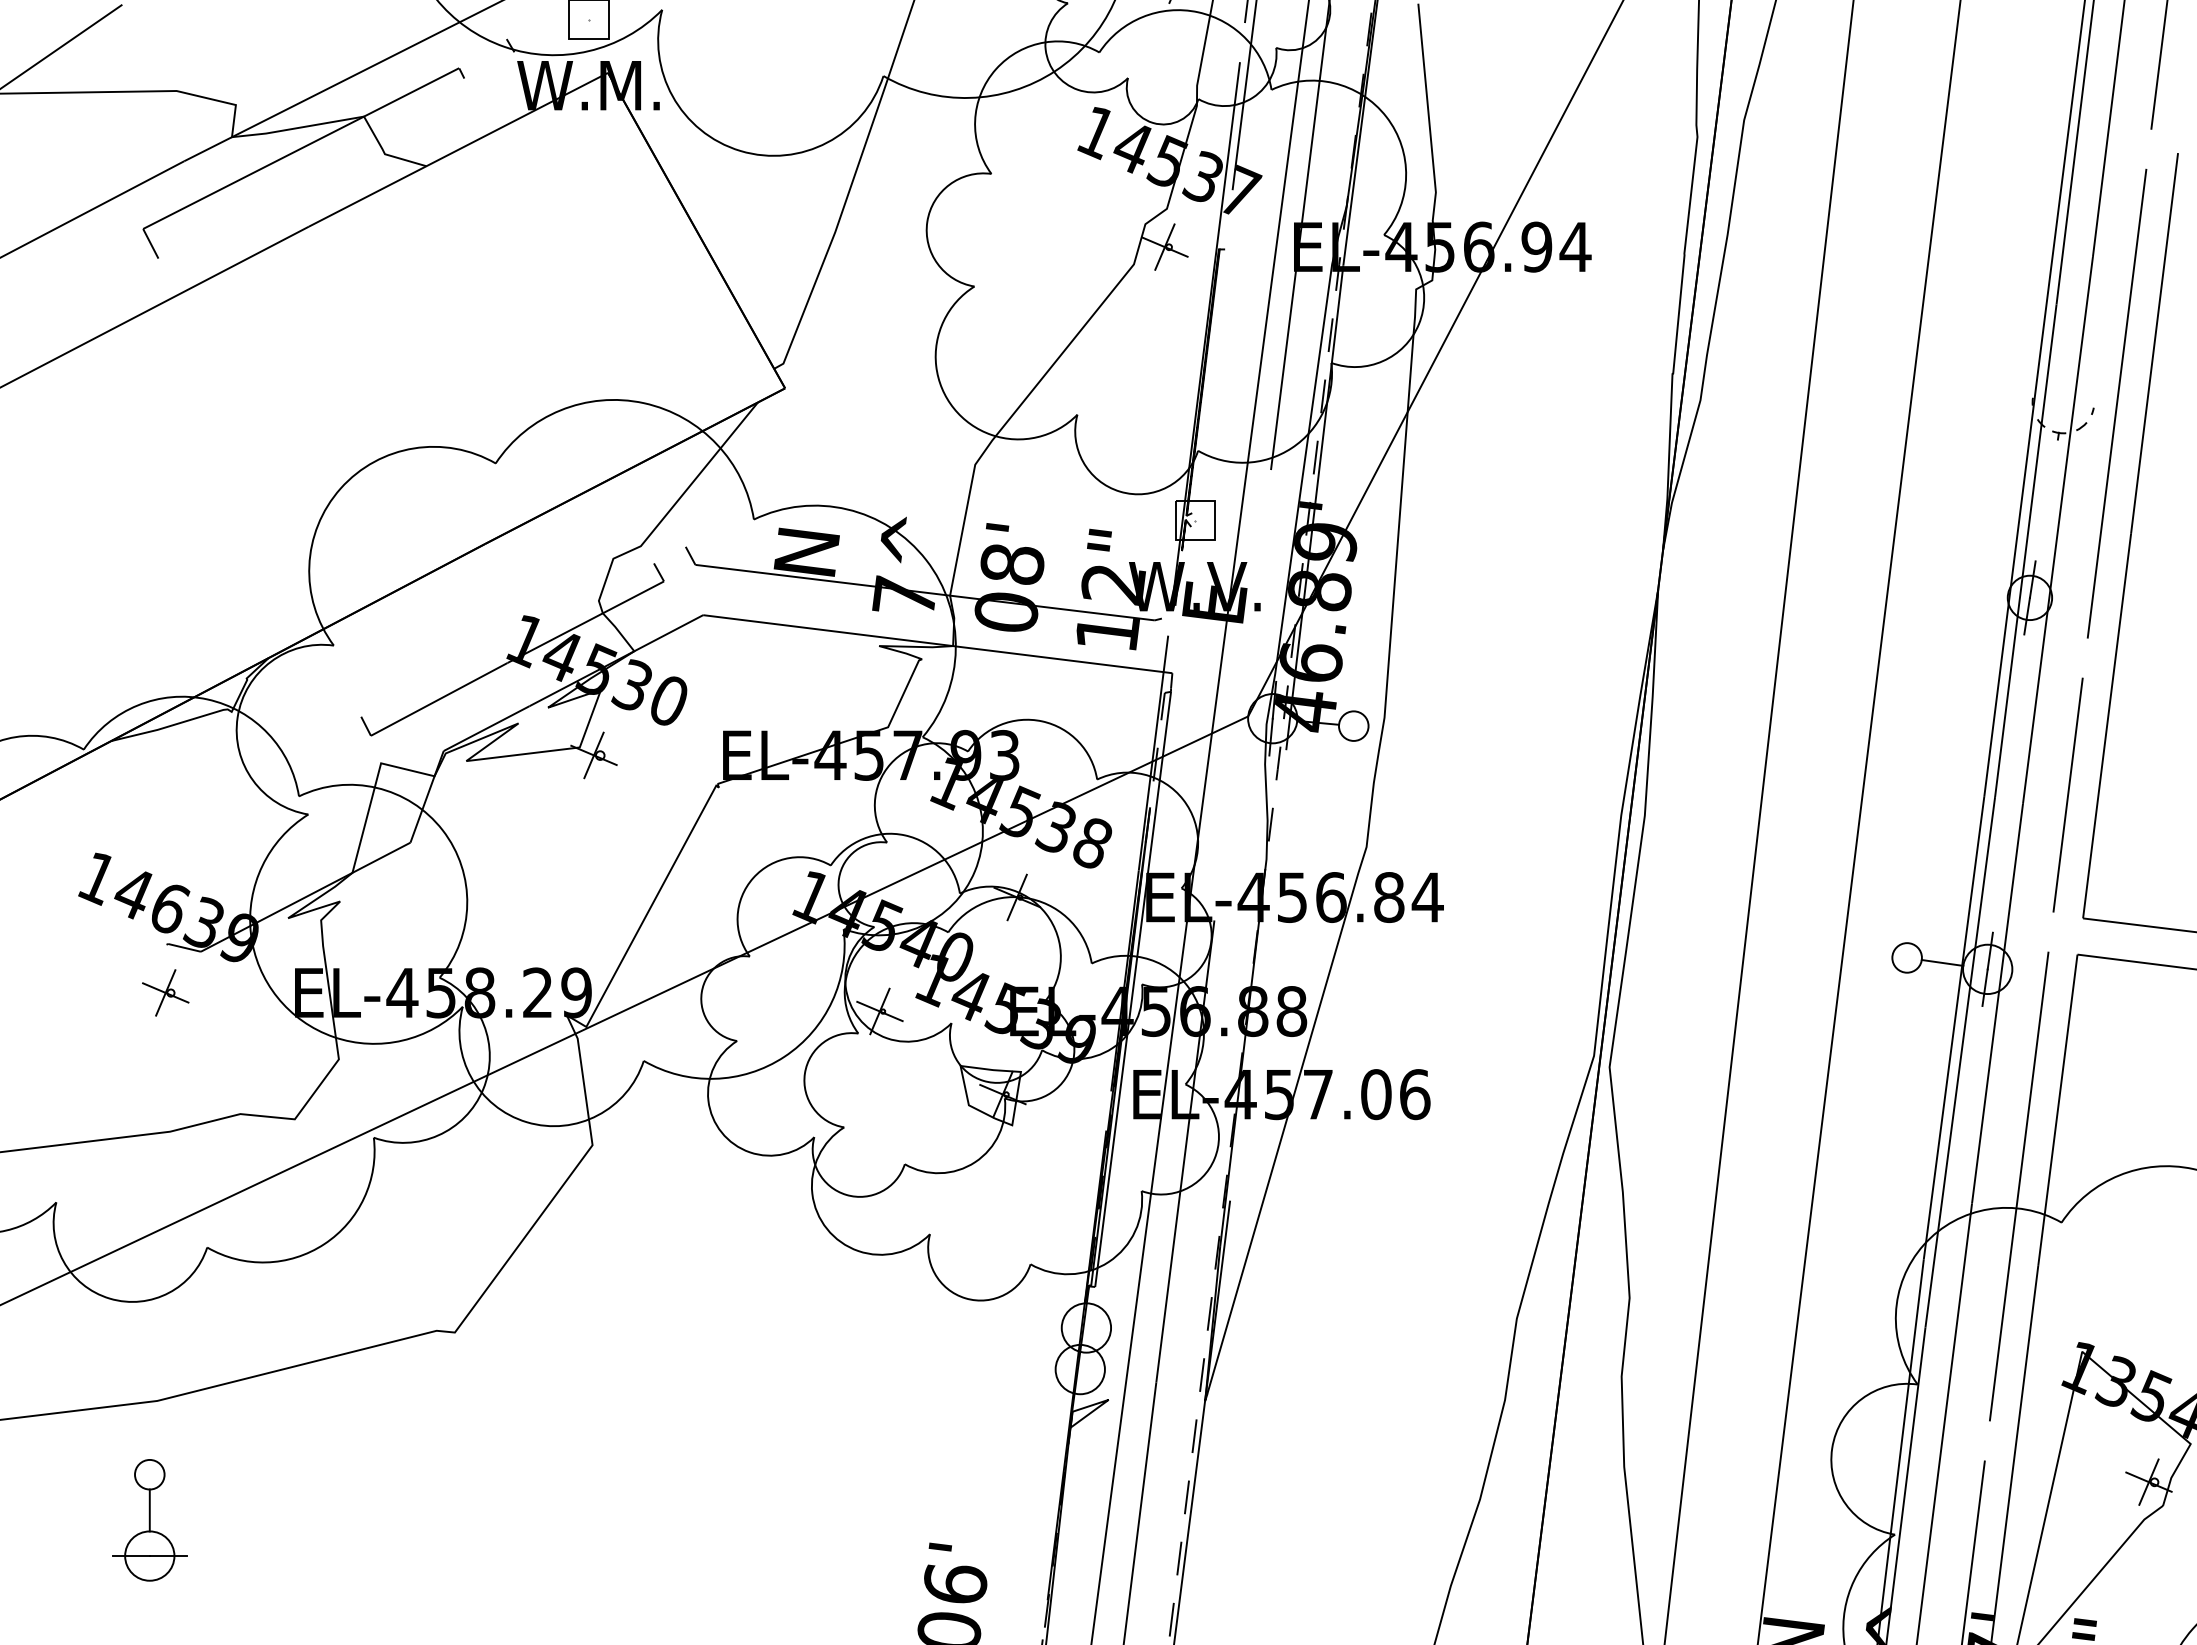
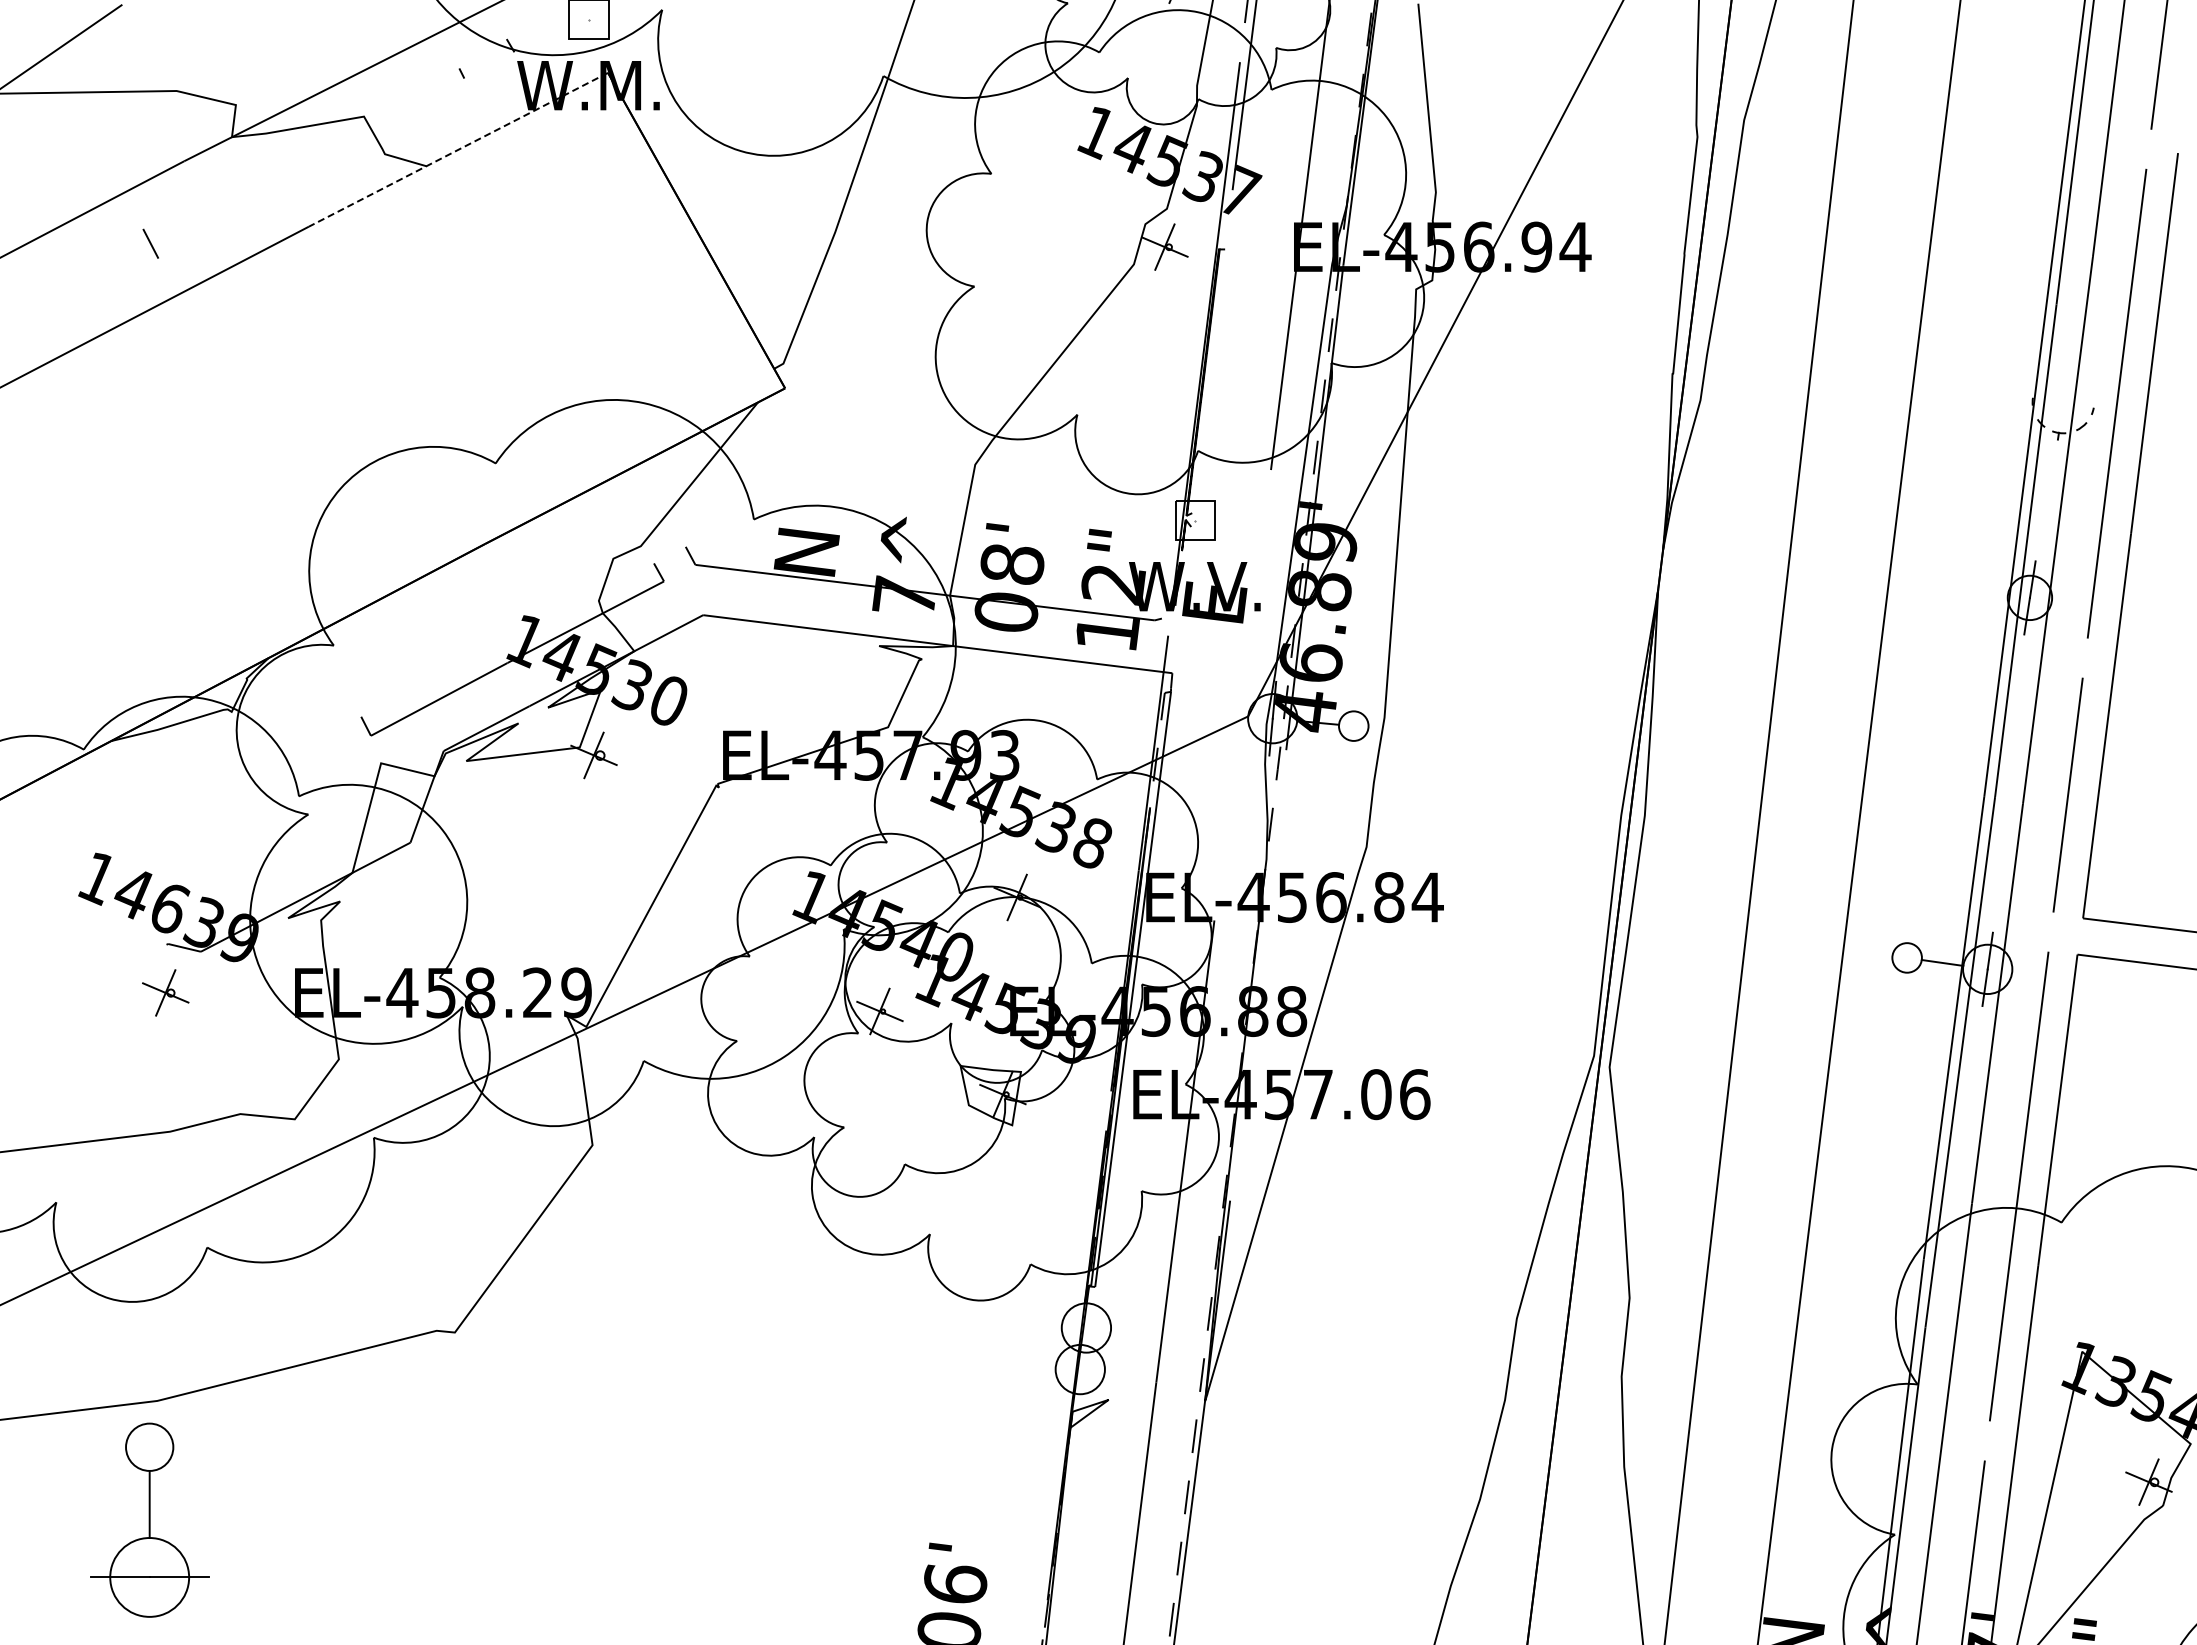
line at (301, 148): present -> none
line at (458, 150): solid -> dashed
line at (1199, 821): present -> none
part at (149, 1520) size: 76x123 px -> 120x196 px
